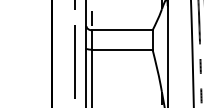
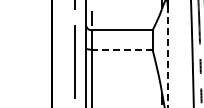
line at (121, 49): solid -> dashed
line at (167, 56): solid -> dashed
